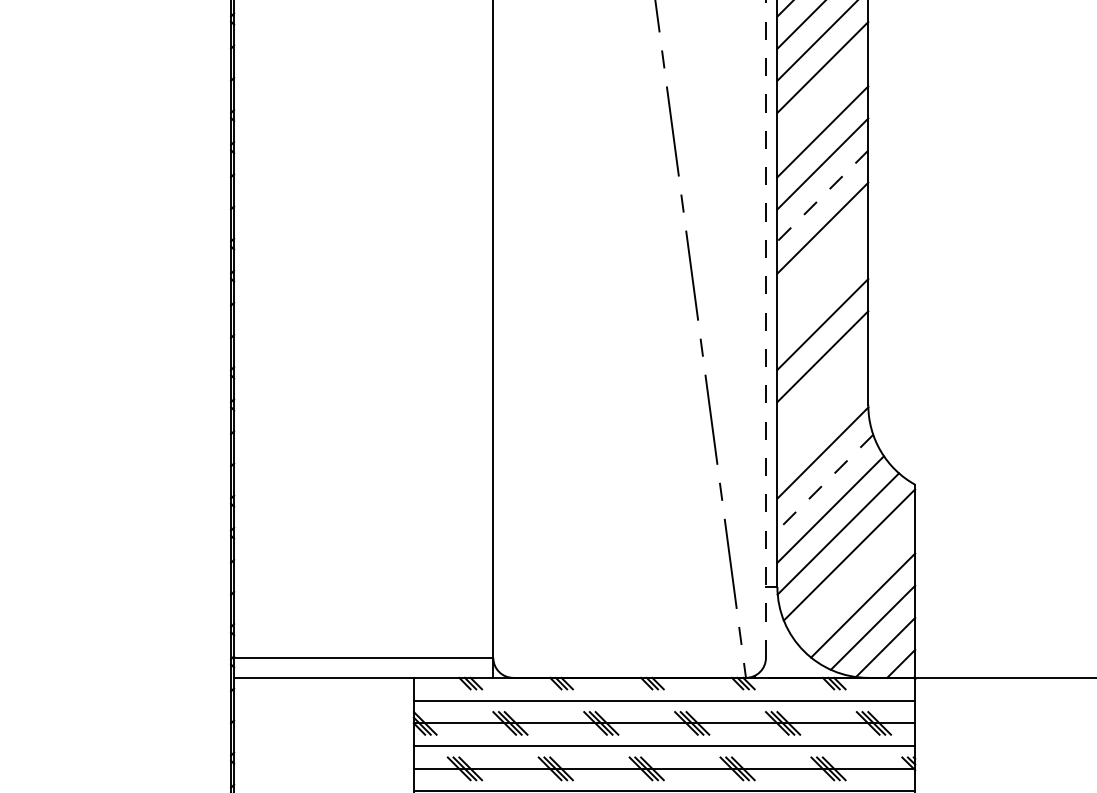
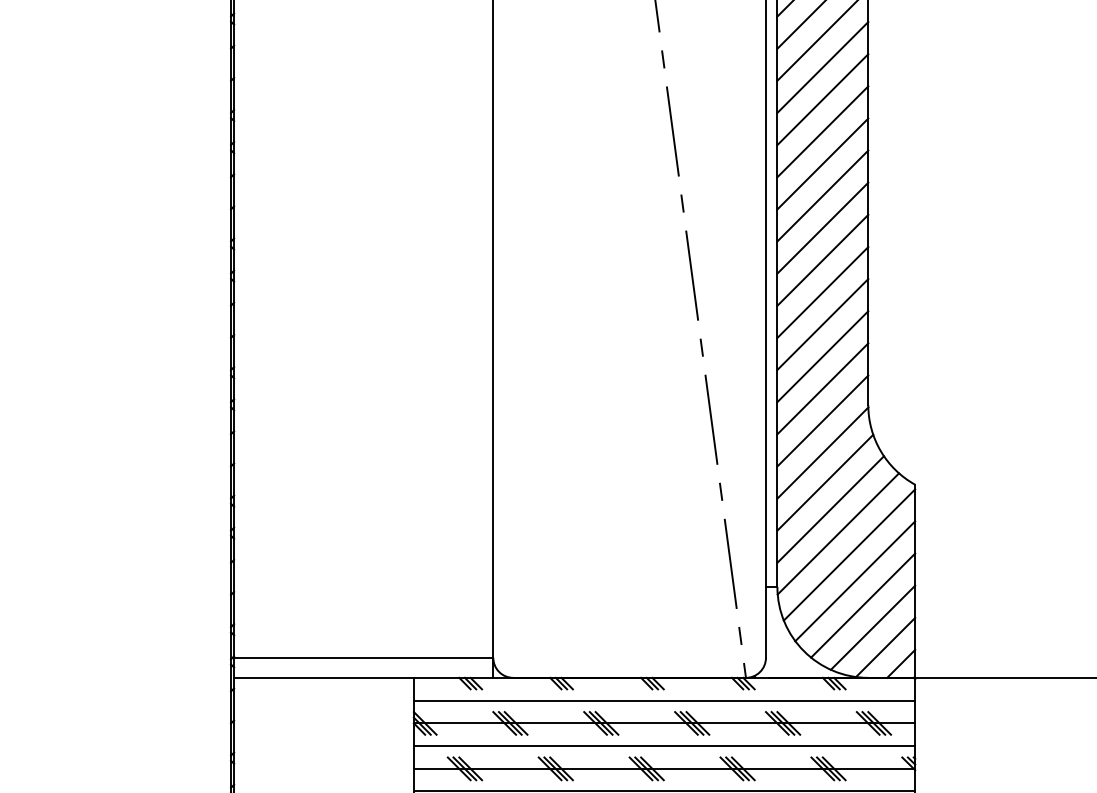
line at (822, 99): none -> present
line at (822, 196): dashed -> solid
line at (822, 259): none -> present
line at (822, 292): none -> present
line at (765, 328): dashed -> solid
line at (822, 388): none -> present
line at (822, 420): none -> present
line at (825, 482): dashed -> solid
line at (855, 581): none -> present
